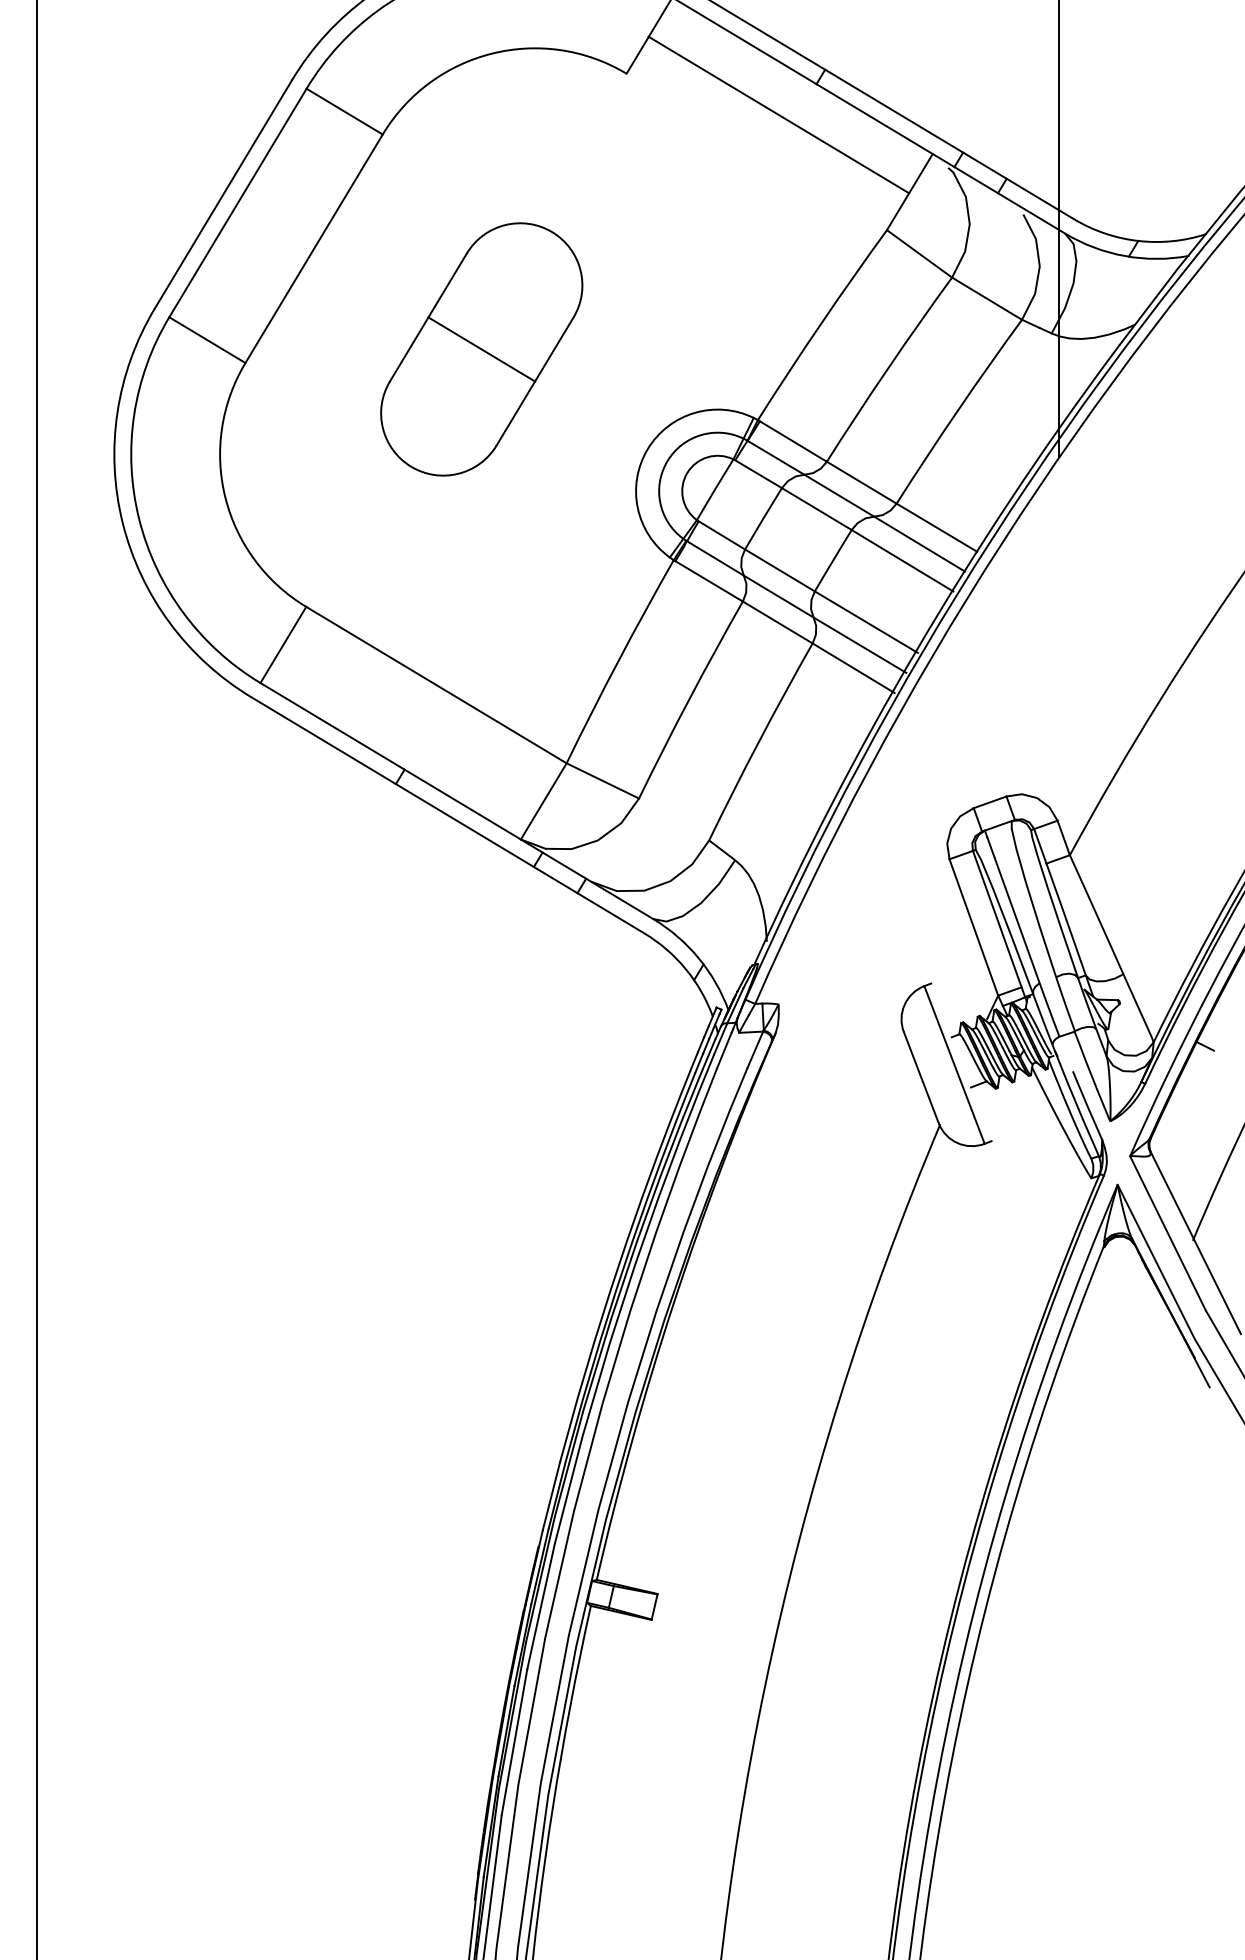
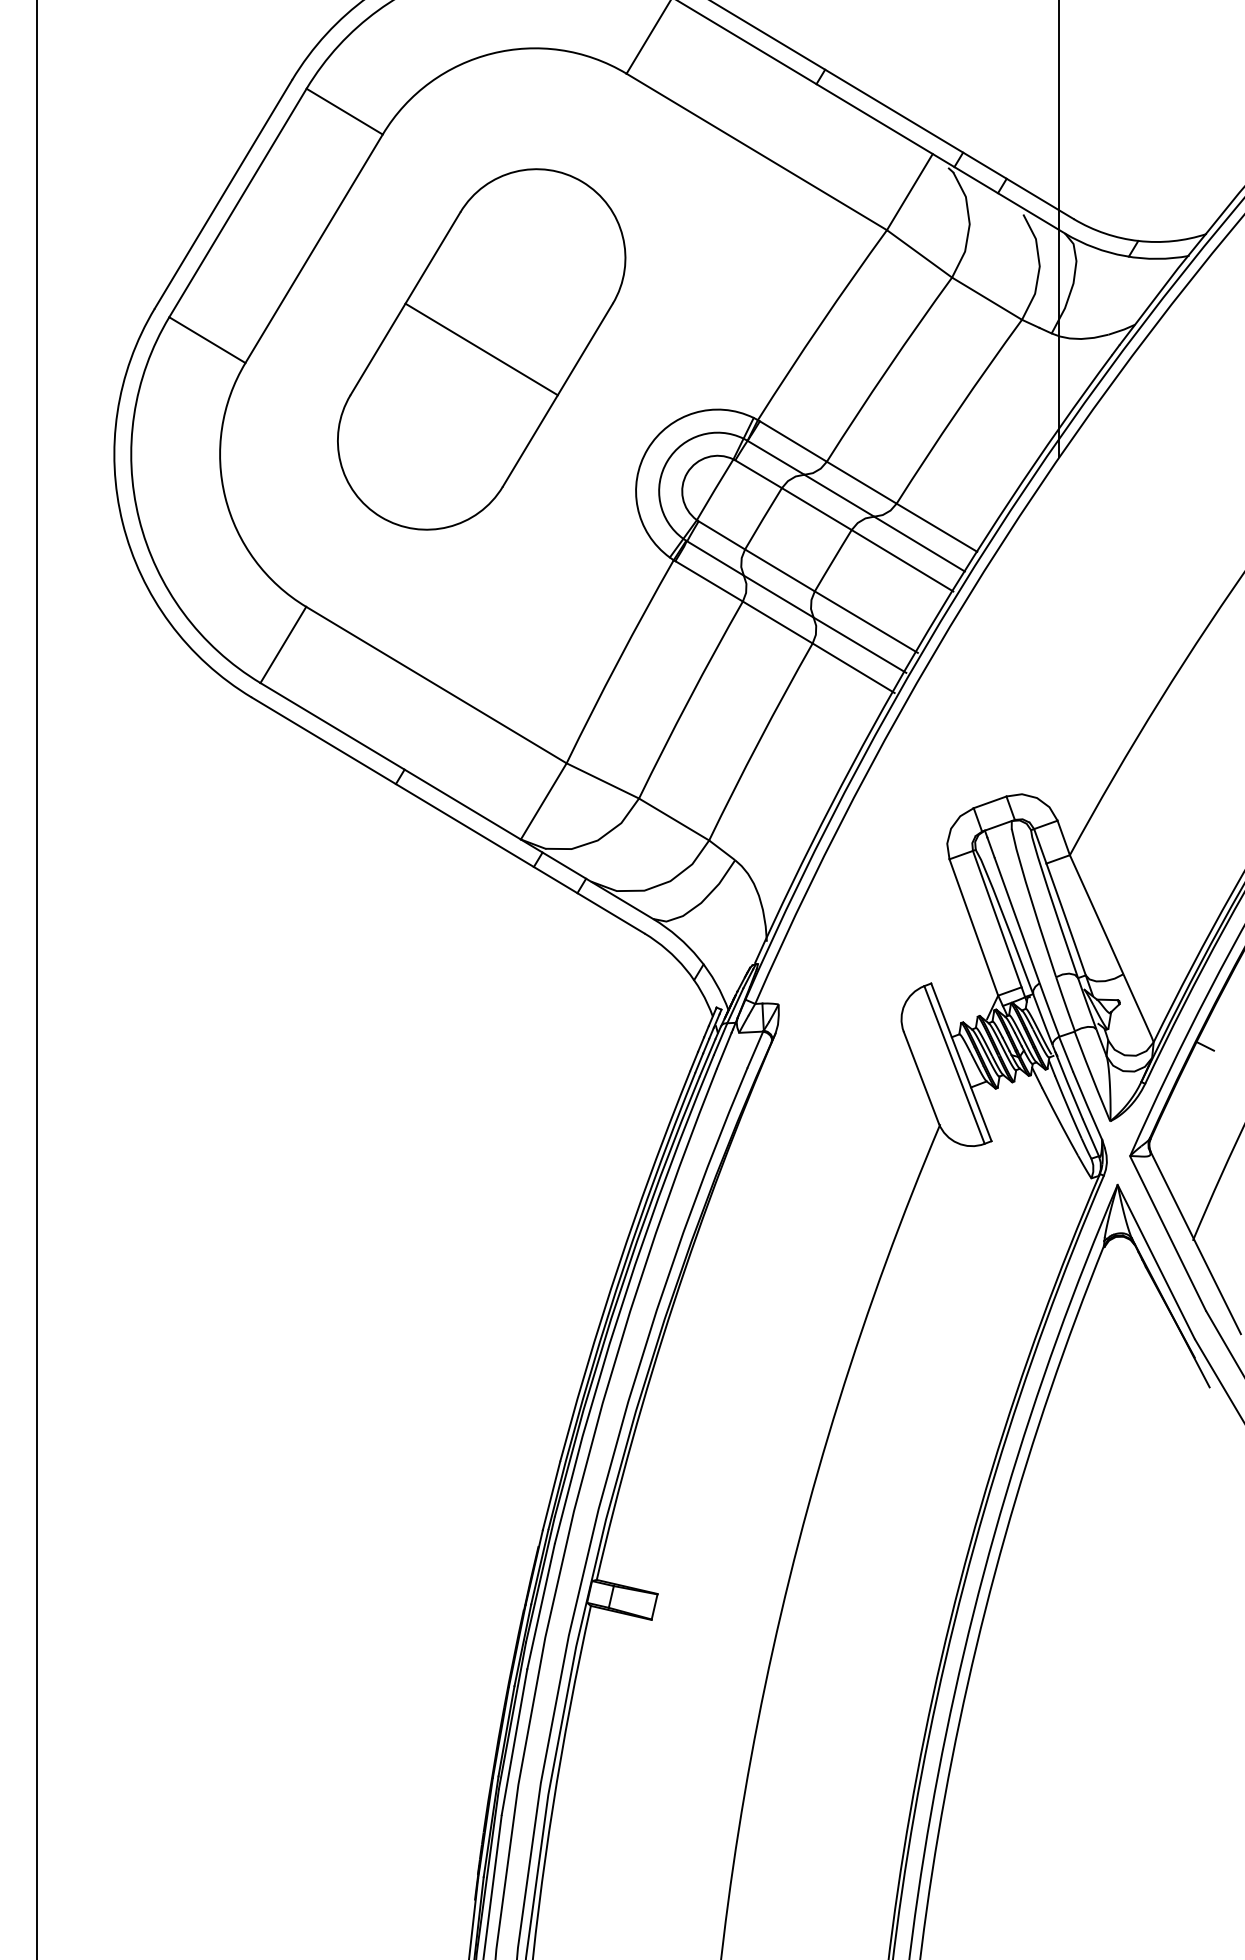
line at (778, 114) position: (778, 114) -> (756, 151)
part at (481, 349) size: 204x255 px -> 290x363 px
line at (674, 819): none -> present
line at (1065, 1053): none -> present
line at (961, 1062): none -> present
